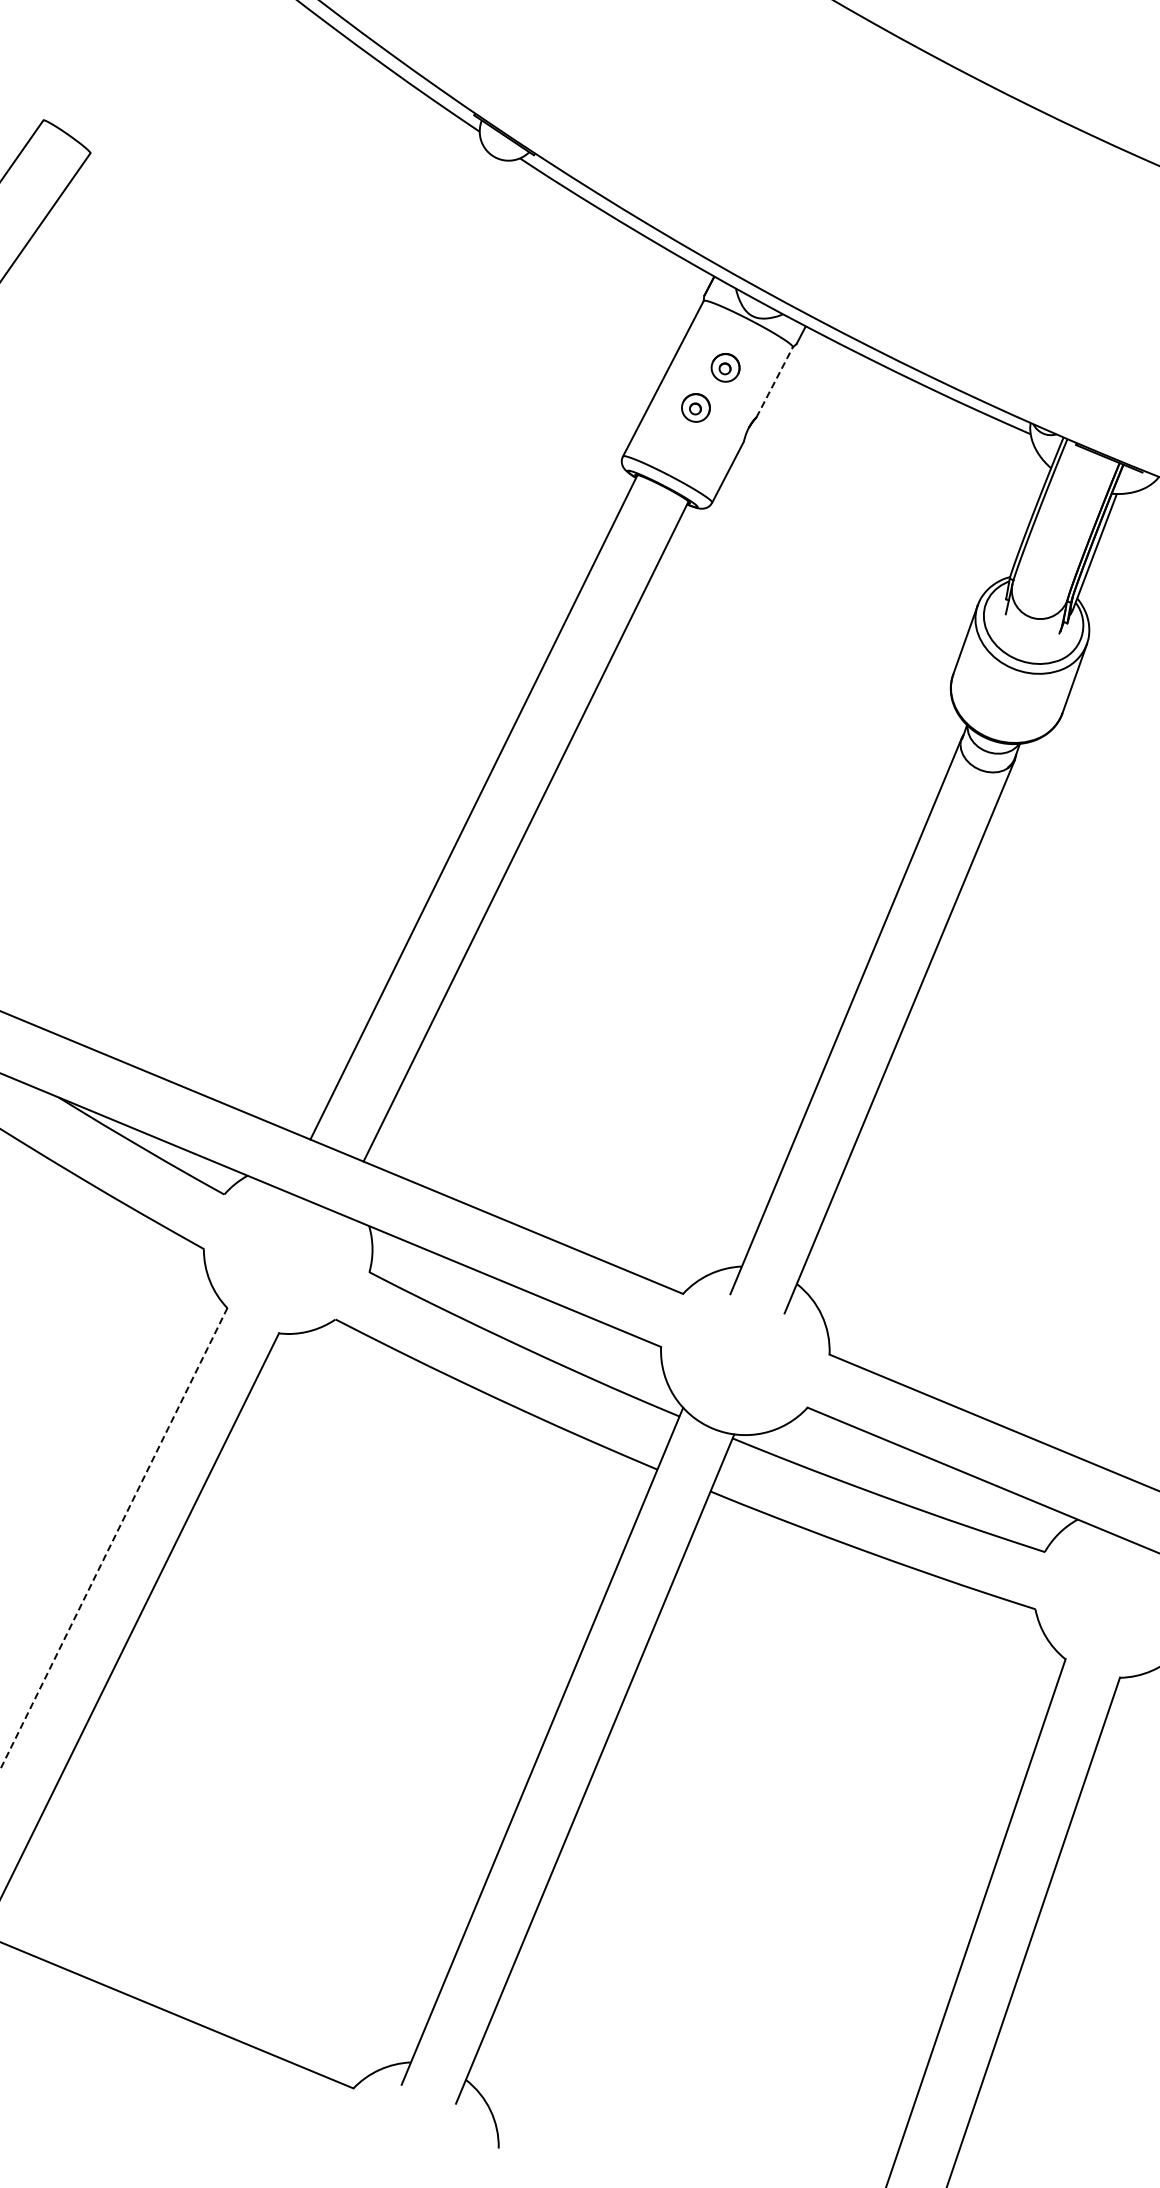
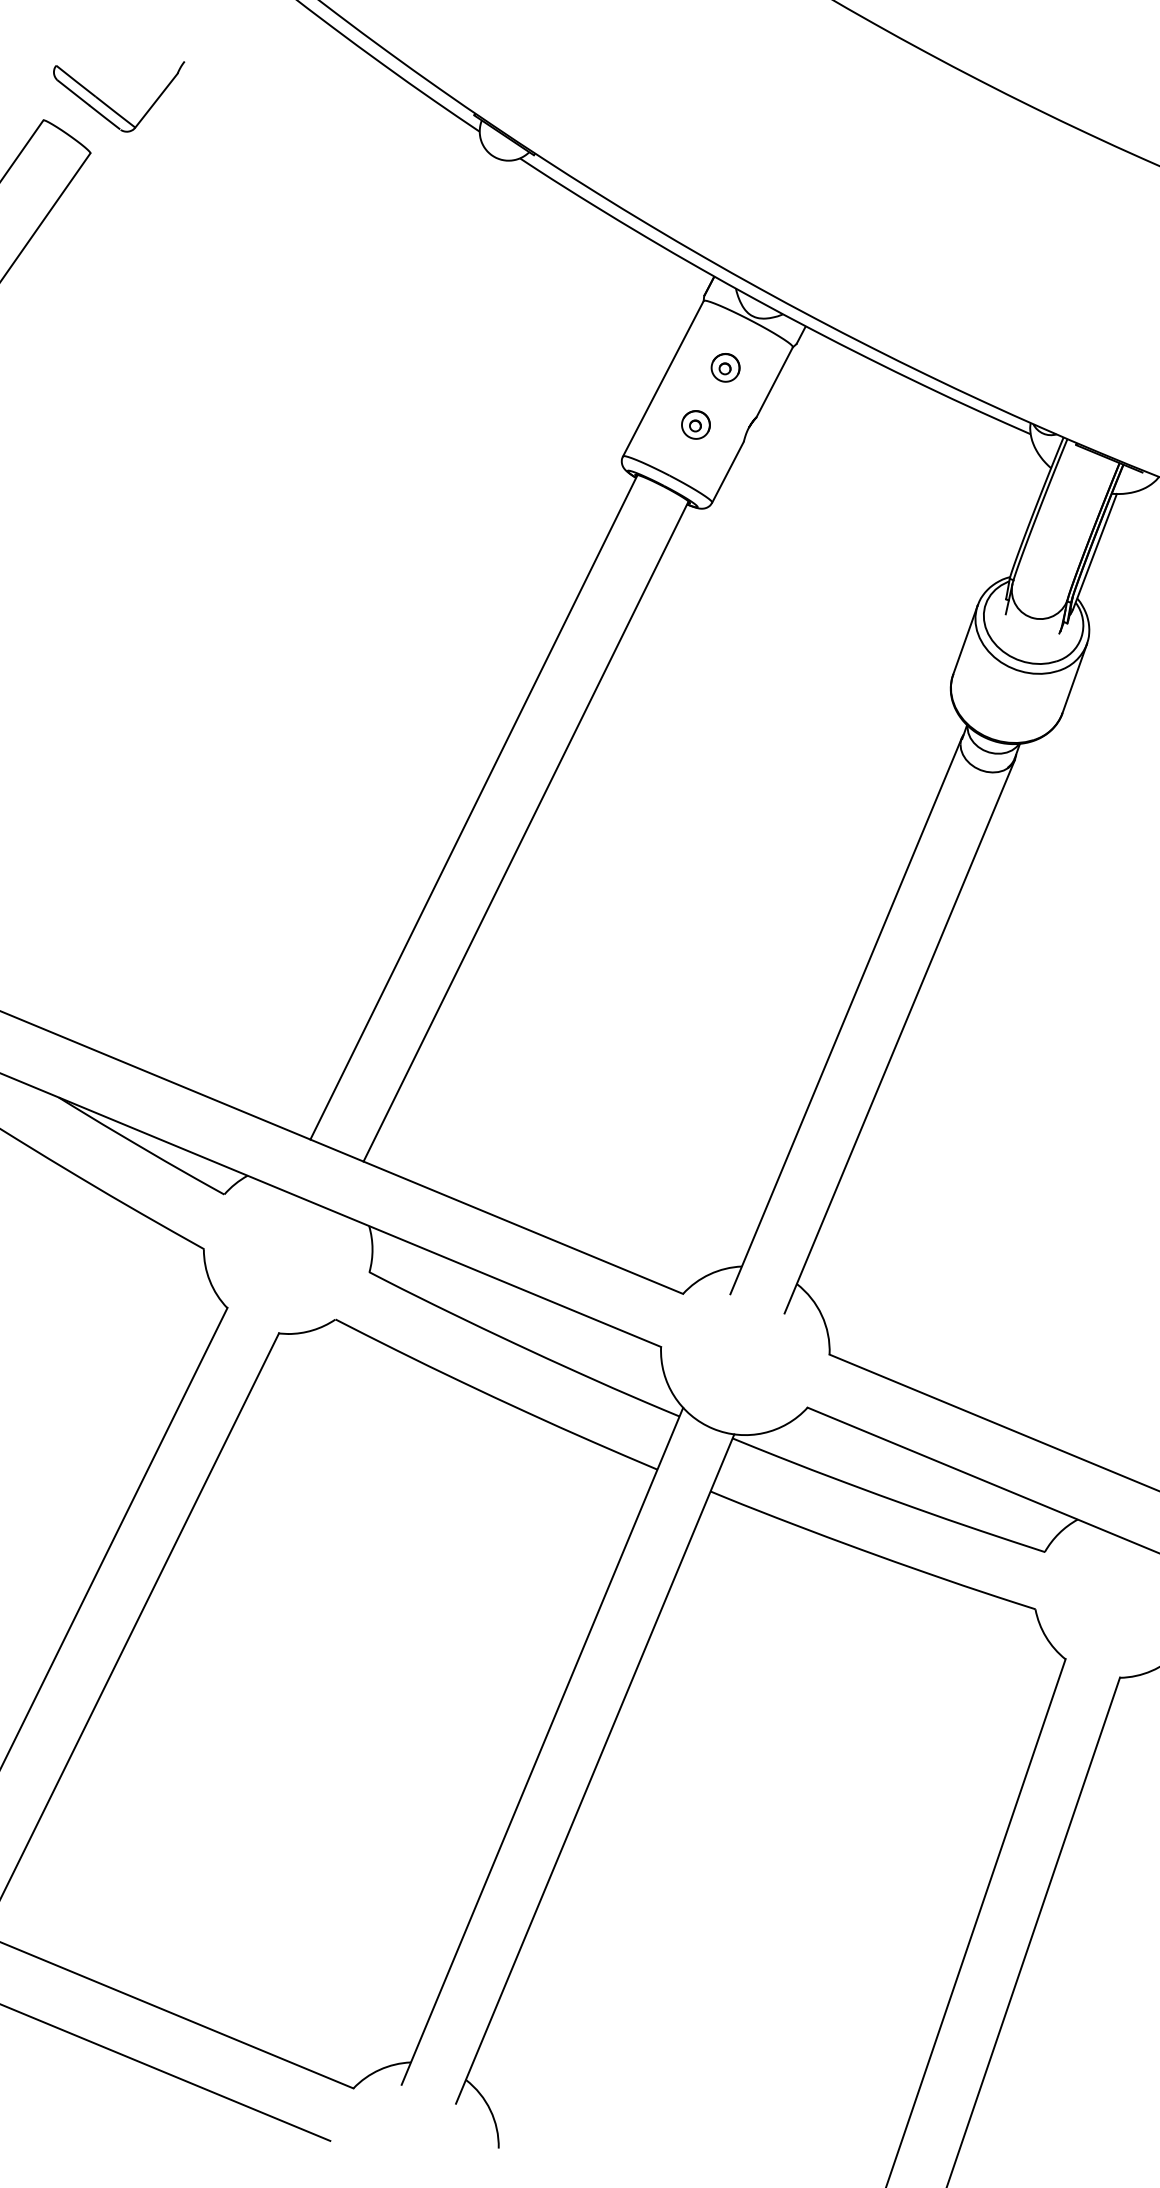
part at (111, 107): none -> present
line at (774, 382): dashed -> solid
part at (695, 407) position: (695, 407) -> (695, 424)
line at (113, 1539): dashed -> solid
line at (166, 2072): none -> present
